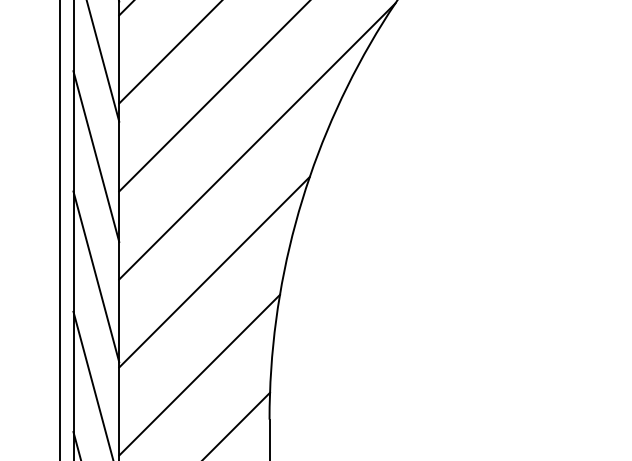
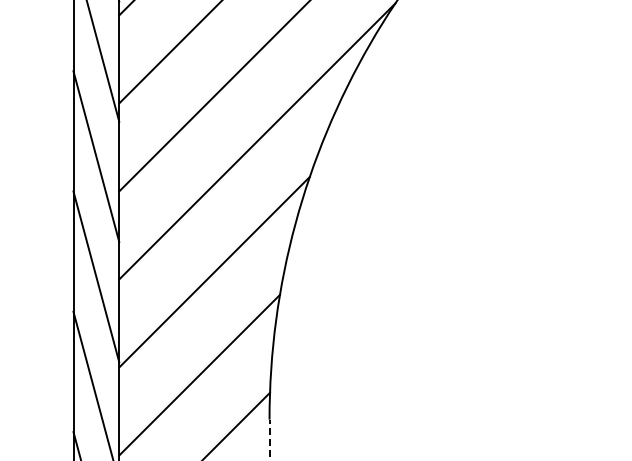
line at (60, 229): present -> none
line at (269, 439): solid -> dashed
